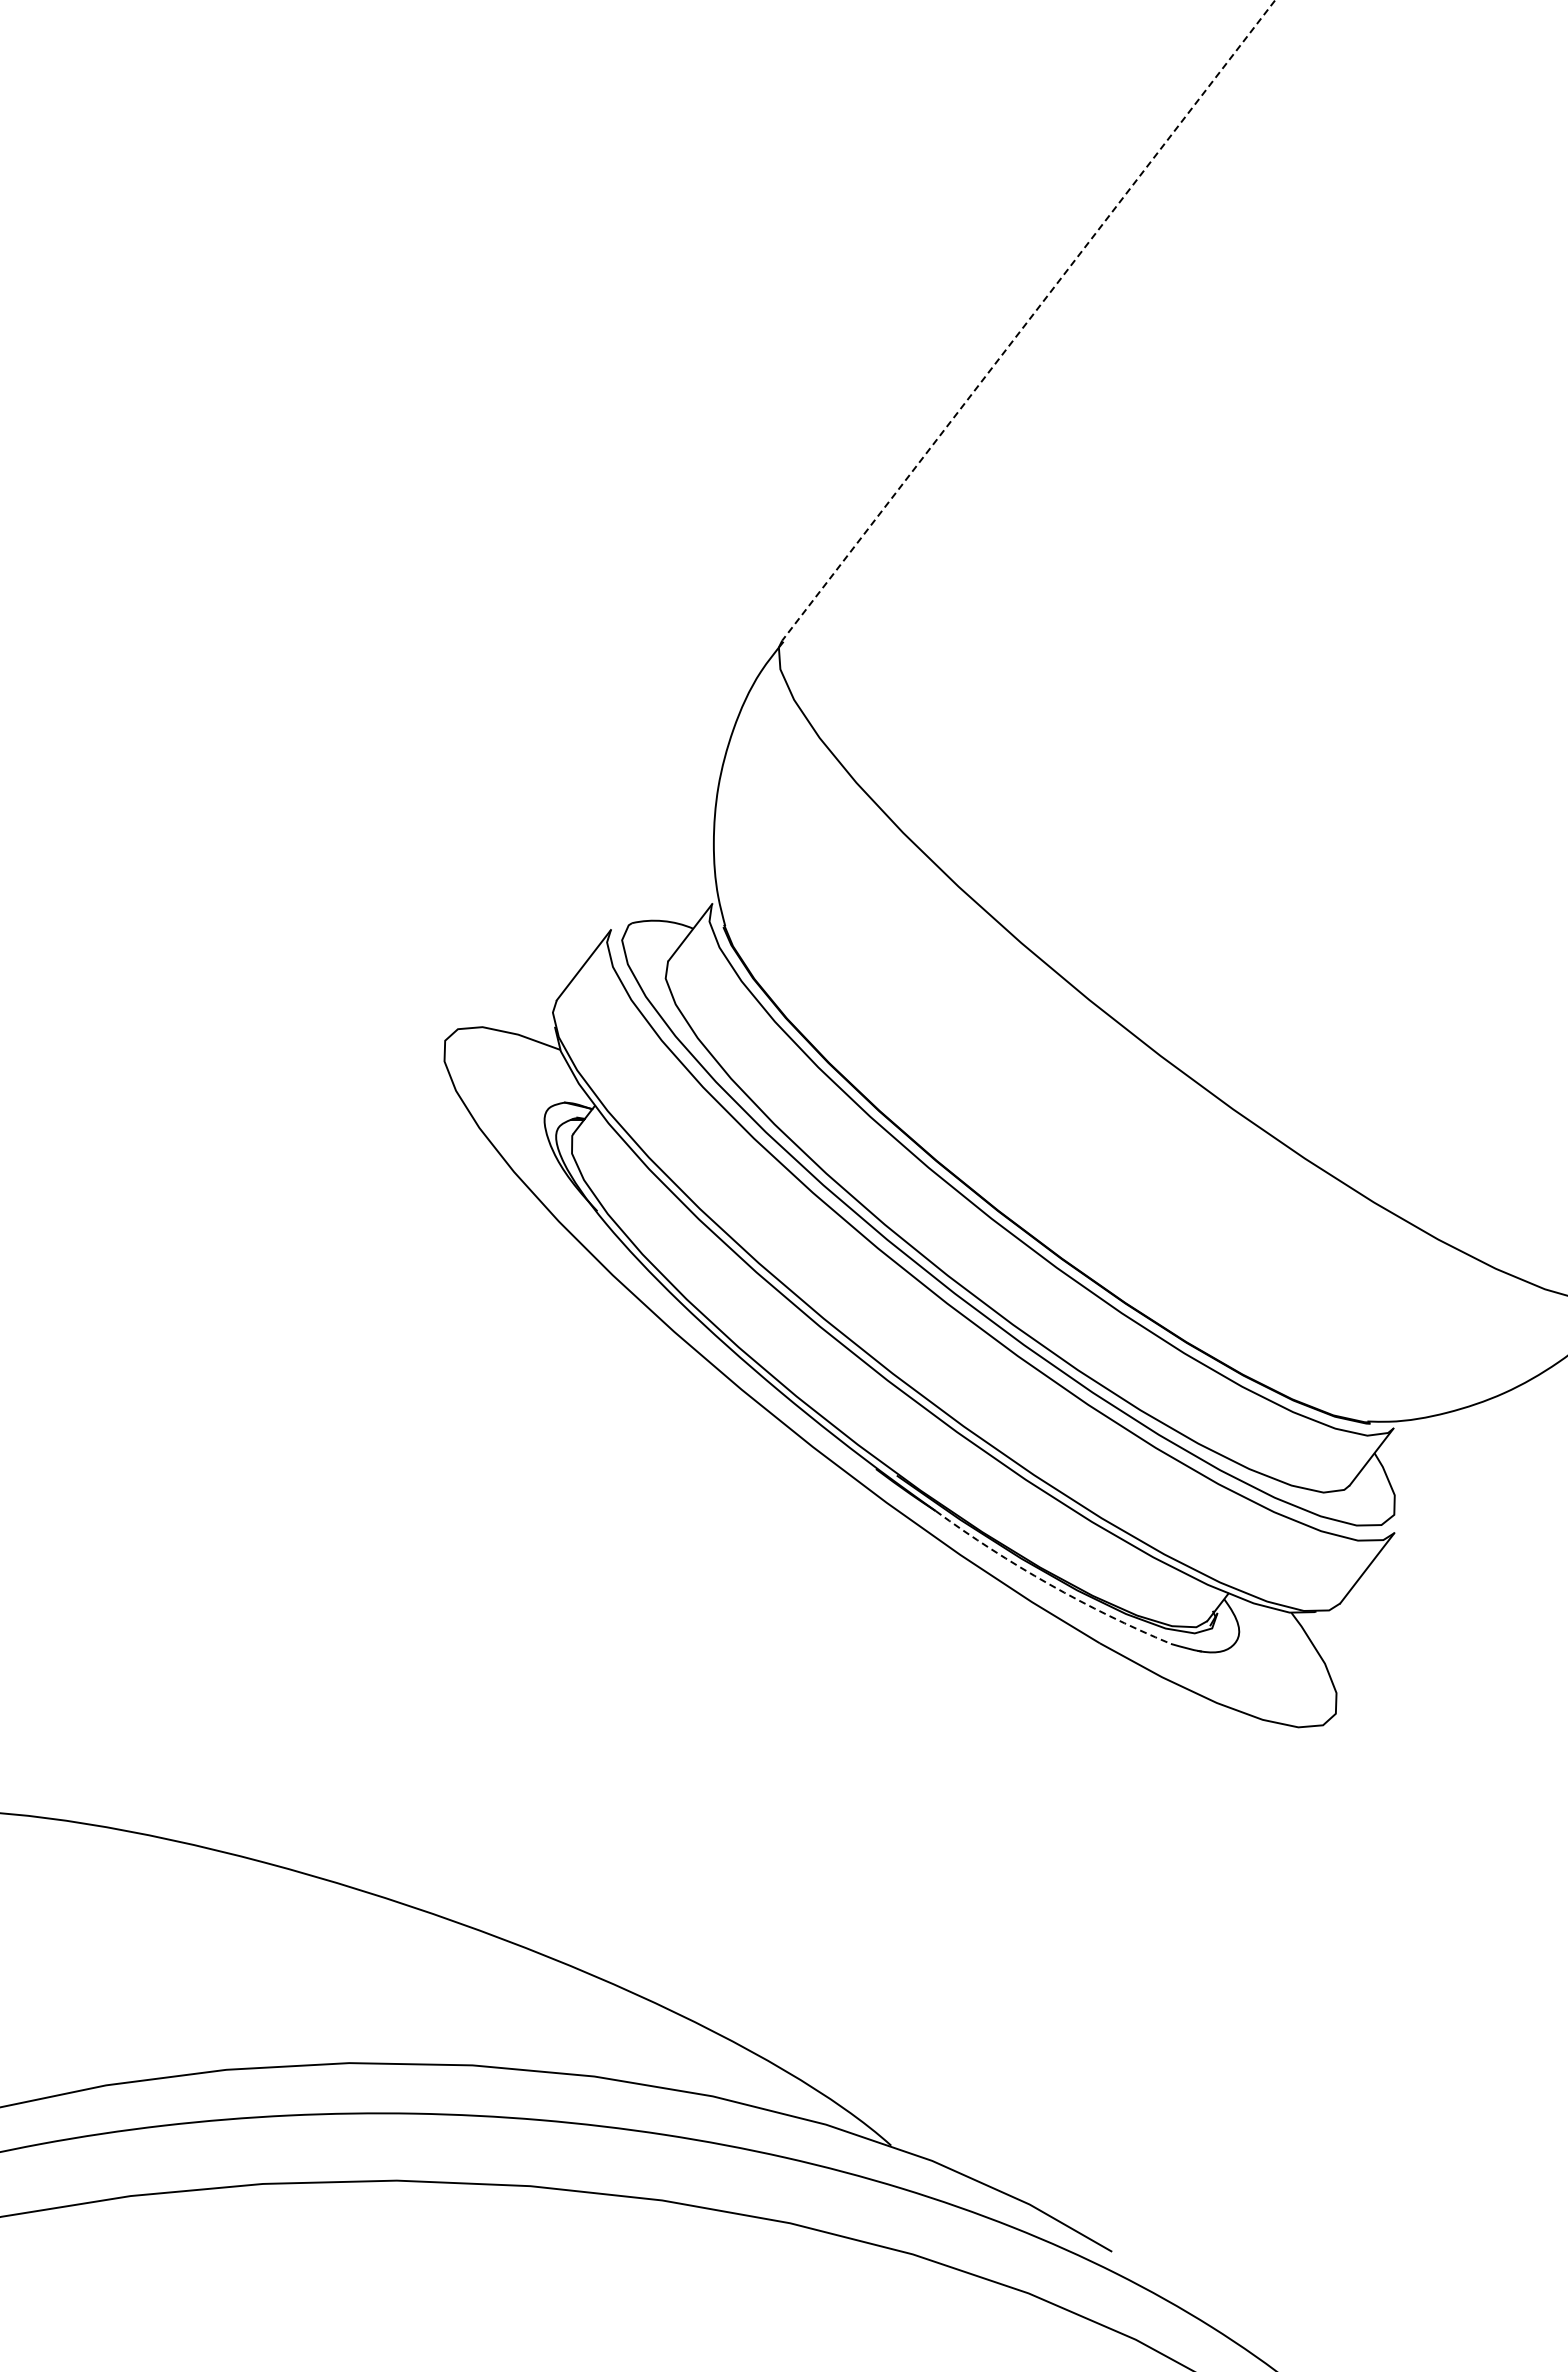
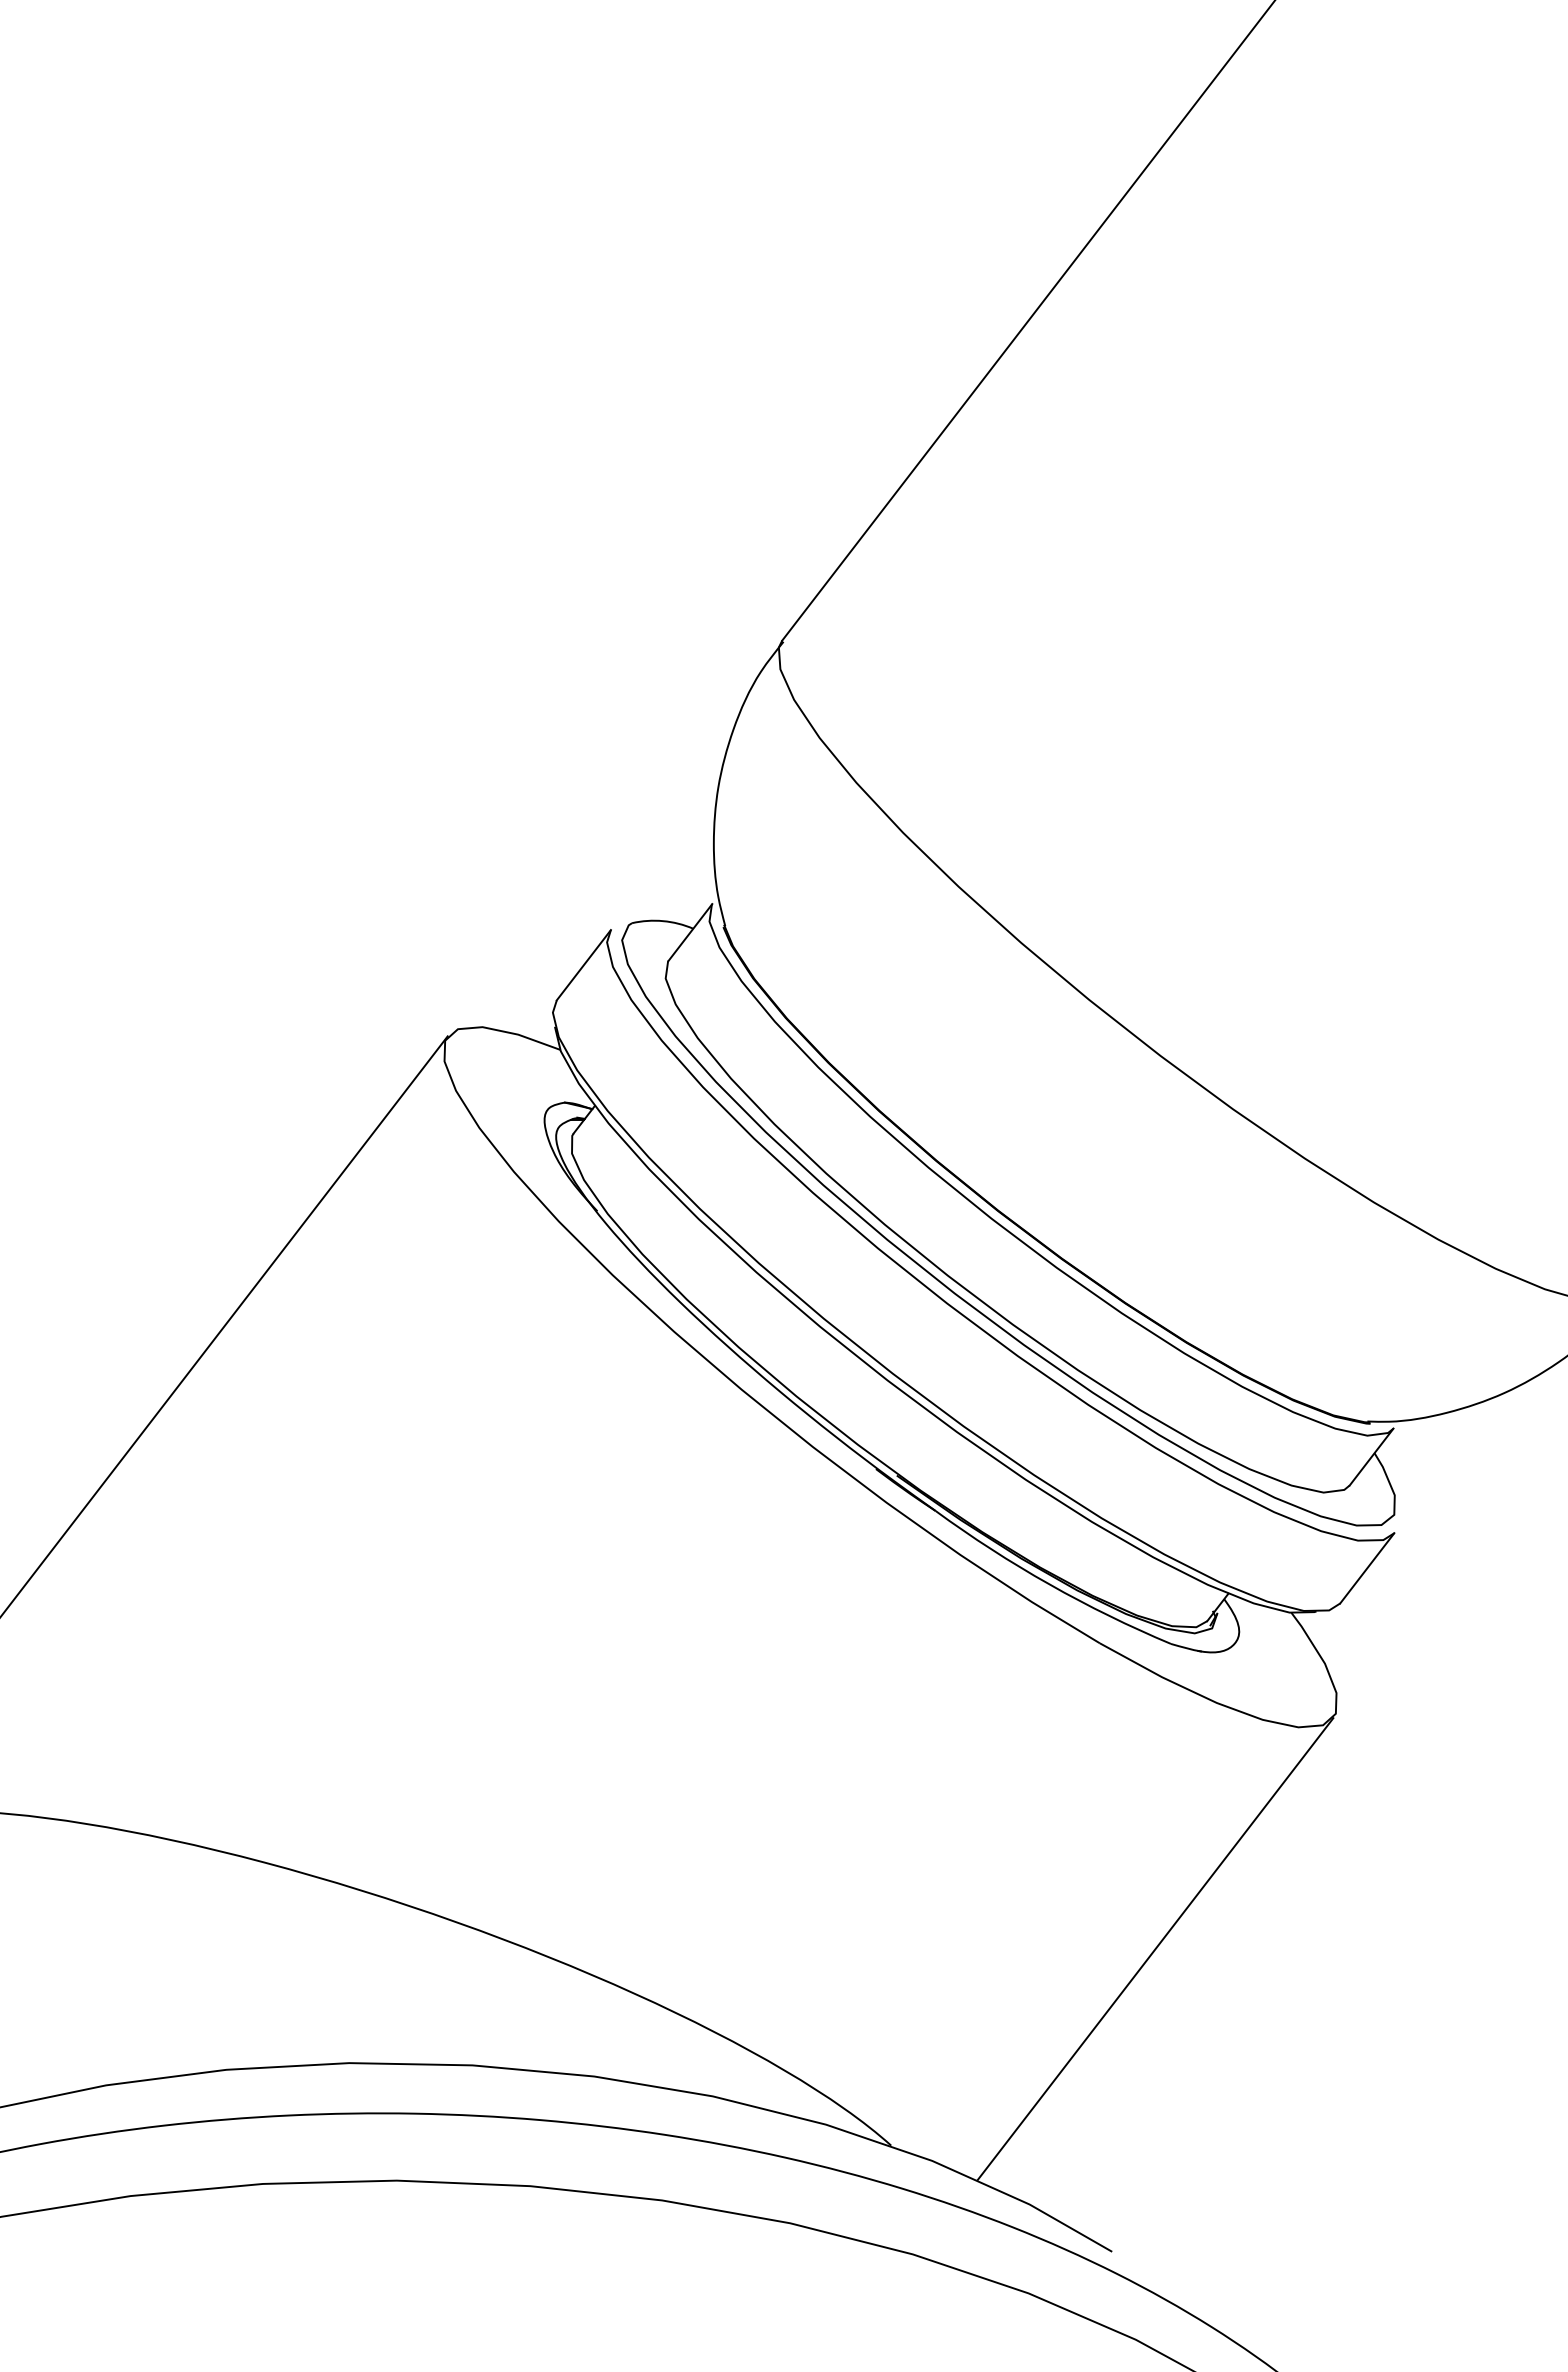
line at (1028, 320): dashed -> solid
line at (224, 1325): none -> present
arc at (1049, 1584): dashed -> solid
line at (1155, 1948): none -> present
